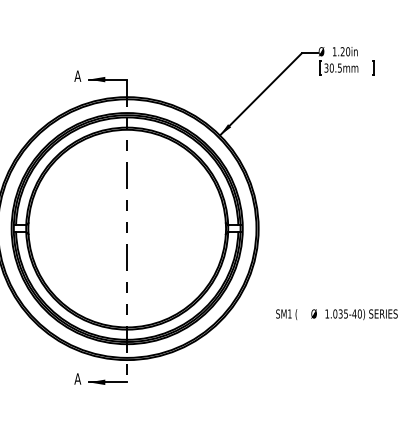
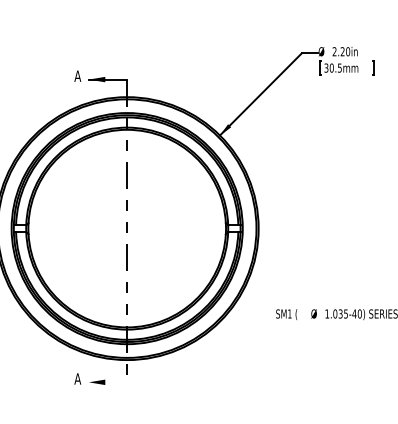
text at (334, 51): 1.20in -> 2.20in
line at (107, 382): present -> none
